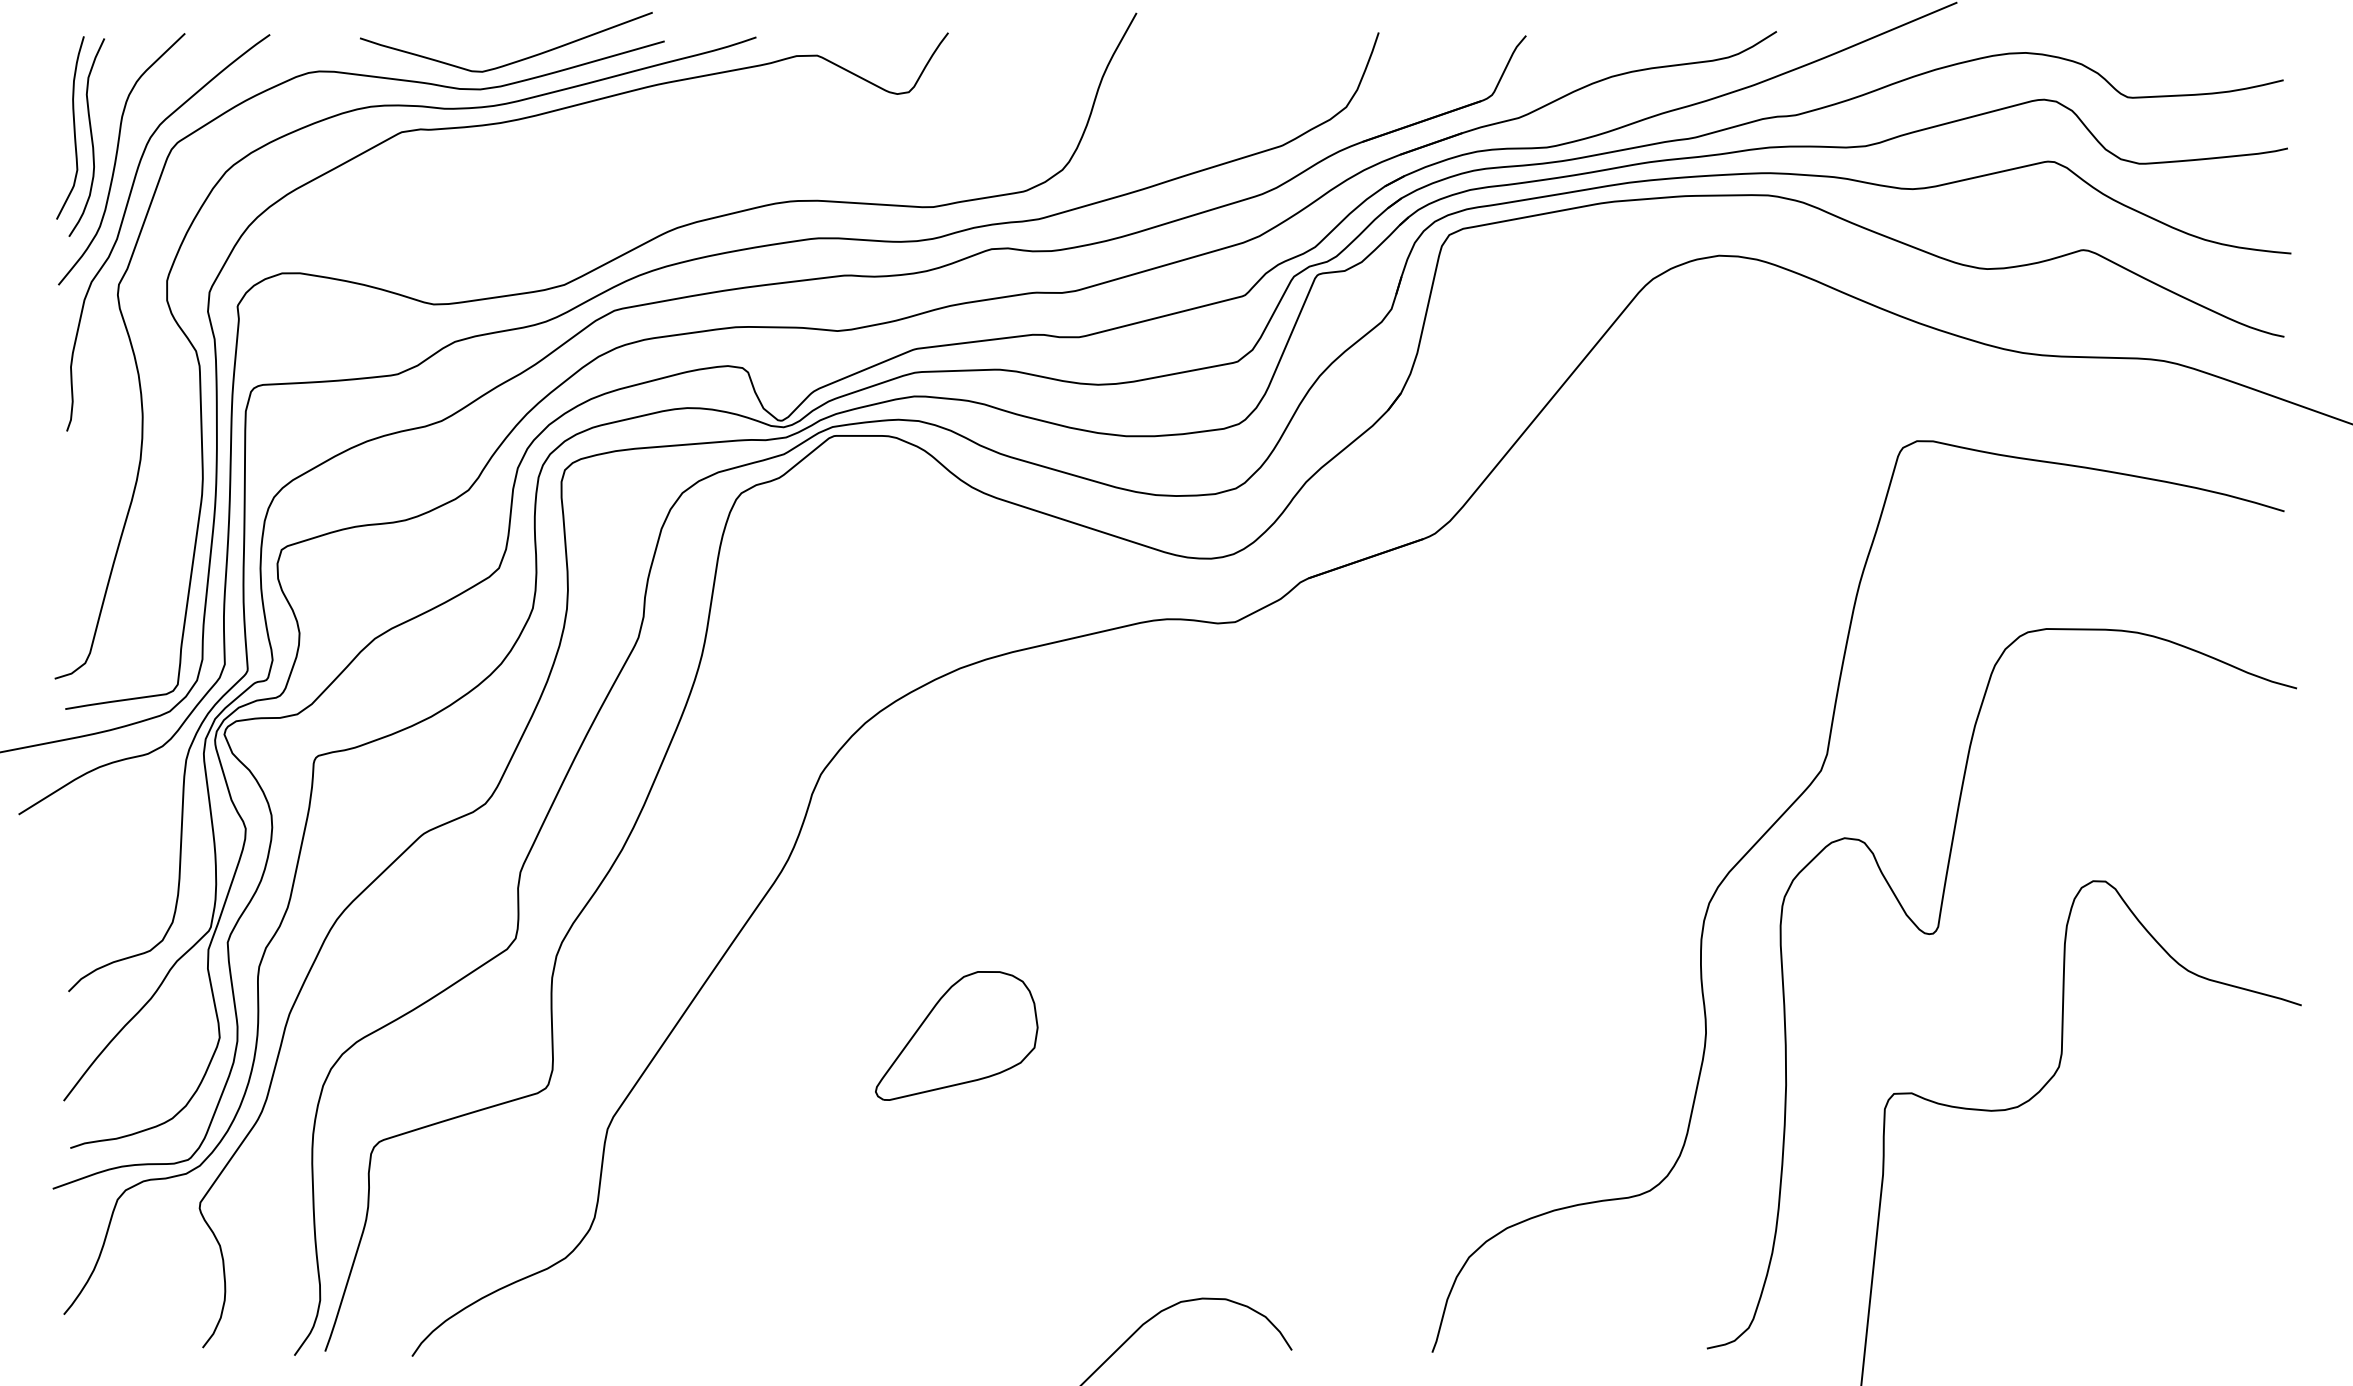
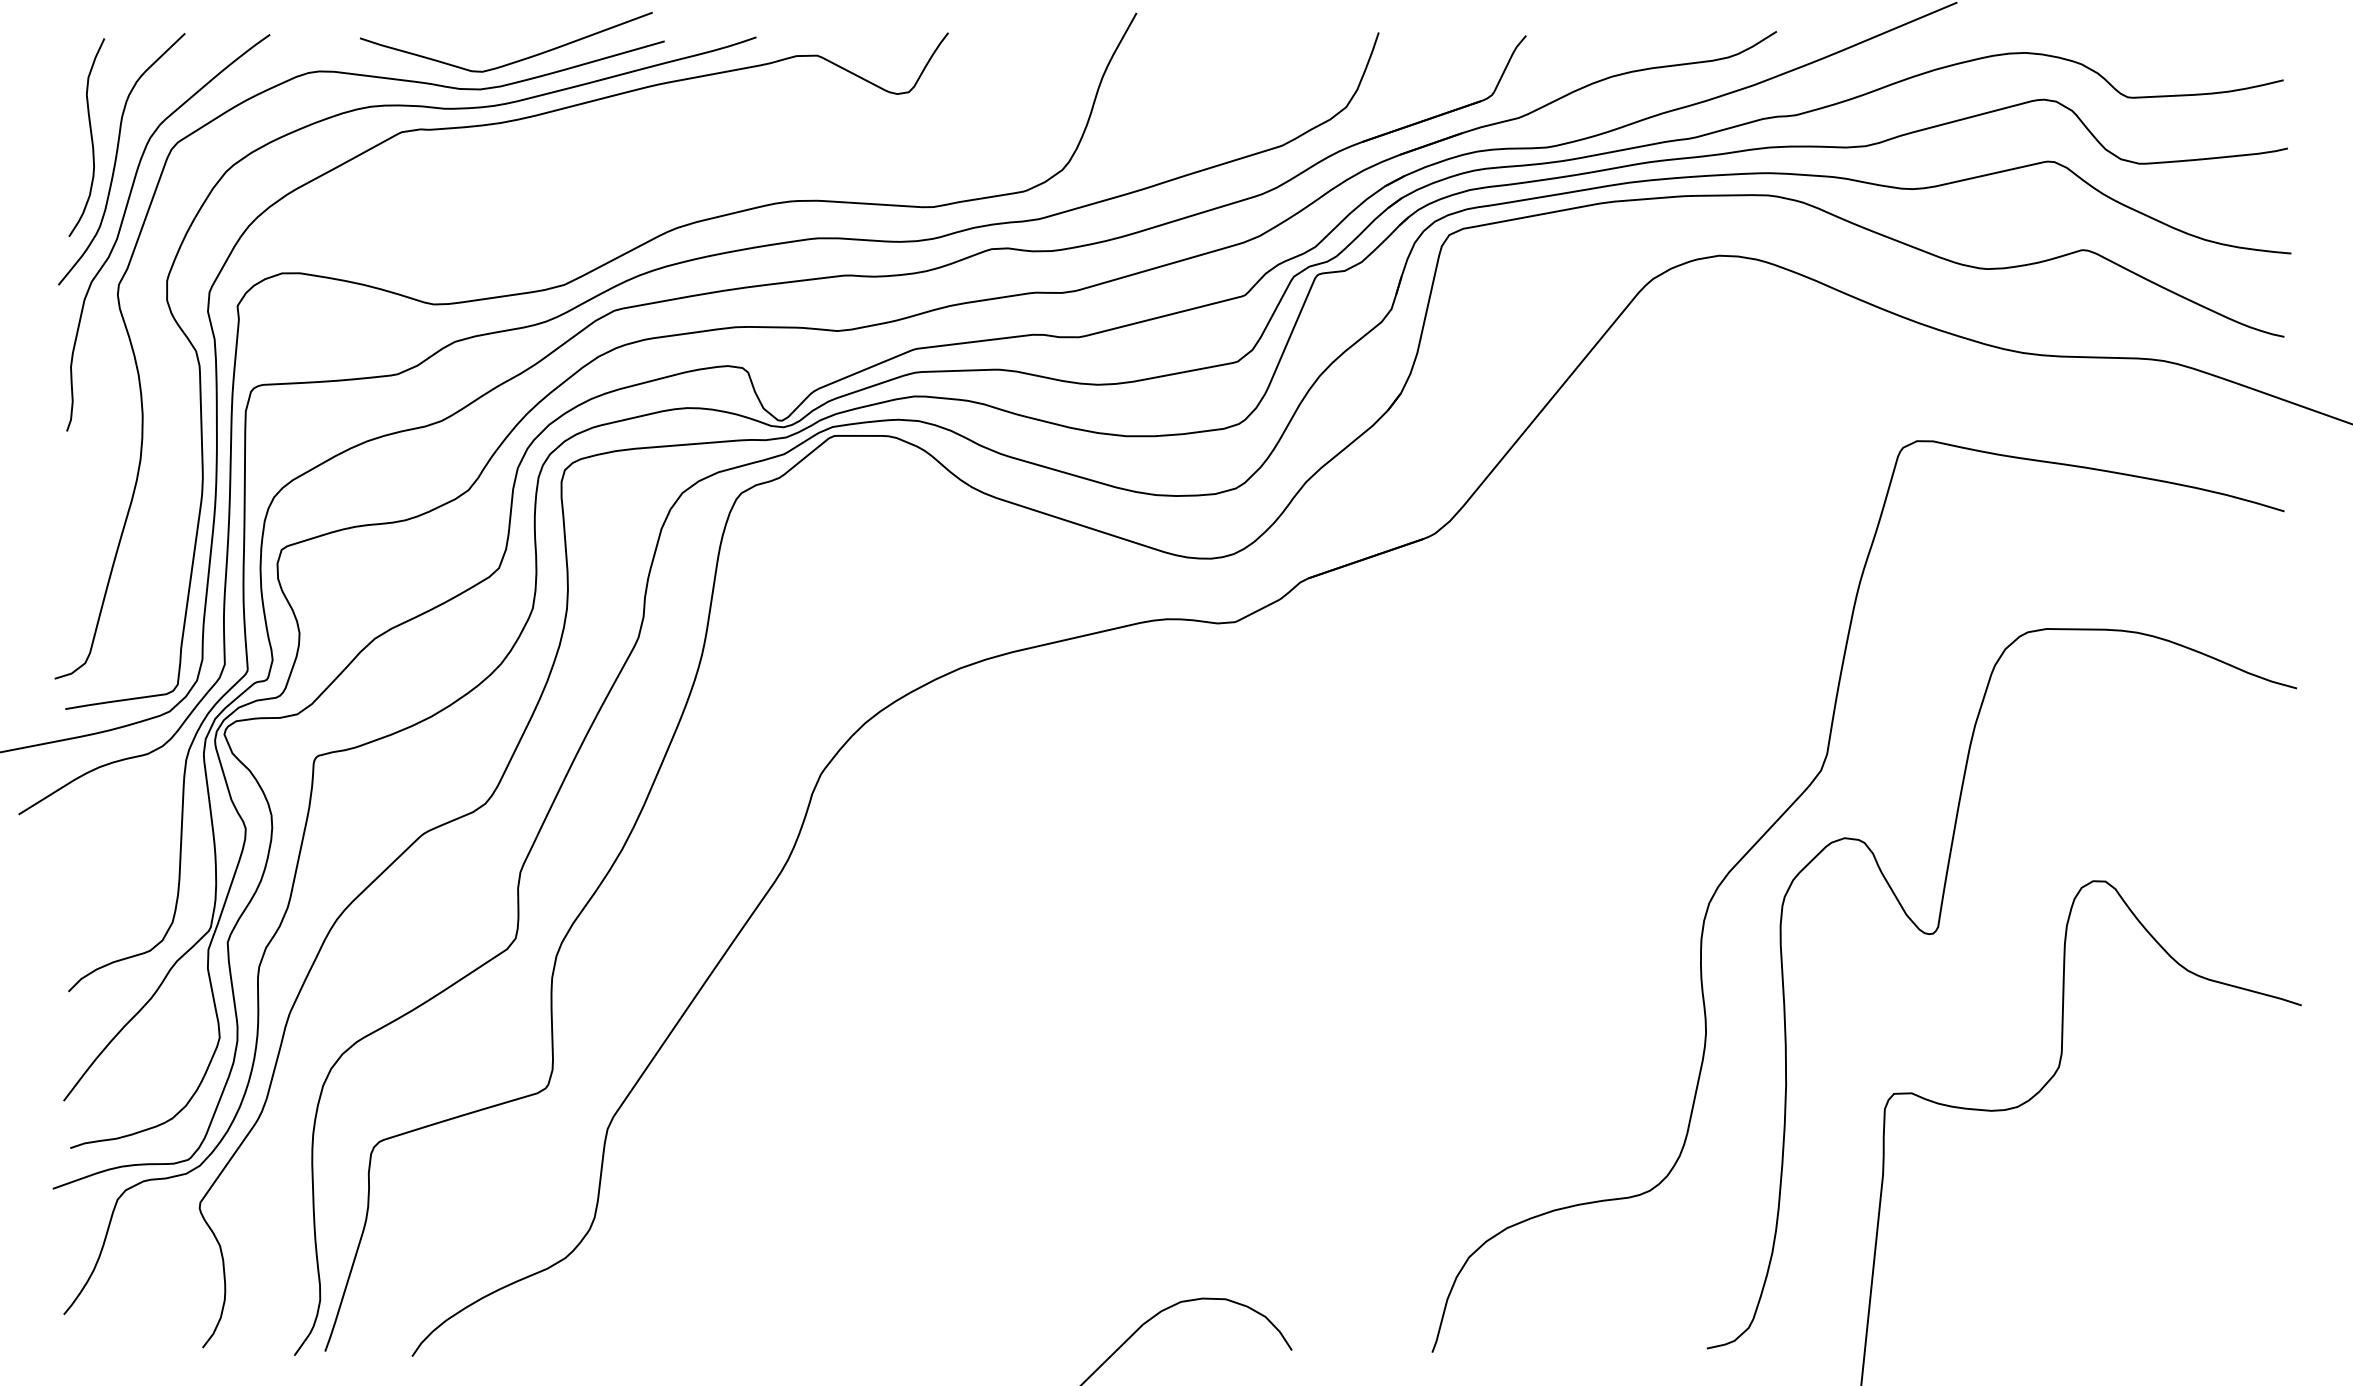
curve at (73, 127): present -> none
part at (956, 1035): present -> none
